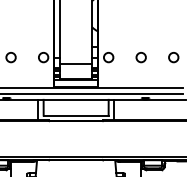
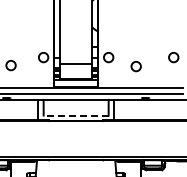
circle at (10, 57) position: (10, 57) -> (10, 65)
circle at (140, 57) position: (140, 57) -> (135, 66)
line at (75, 115): solid -> dashed
